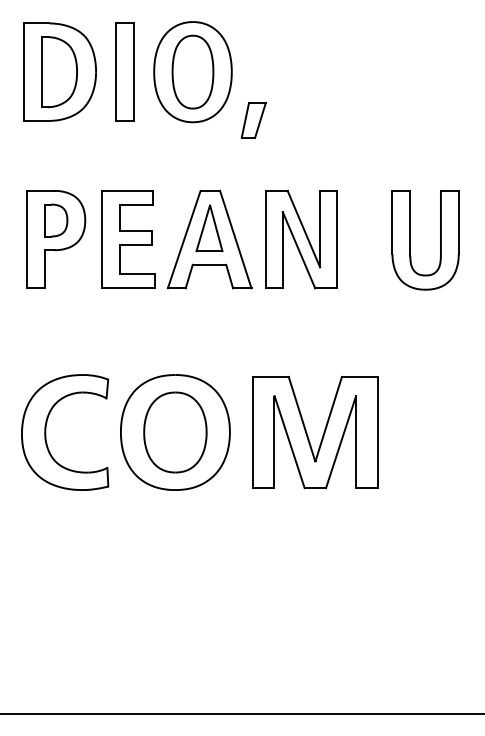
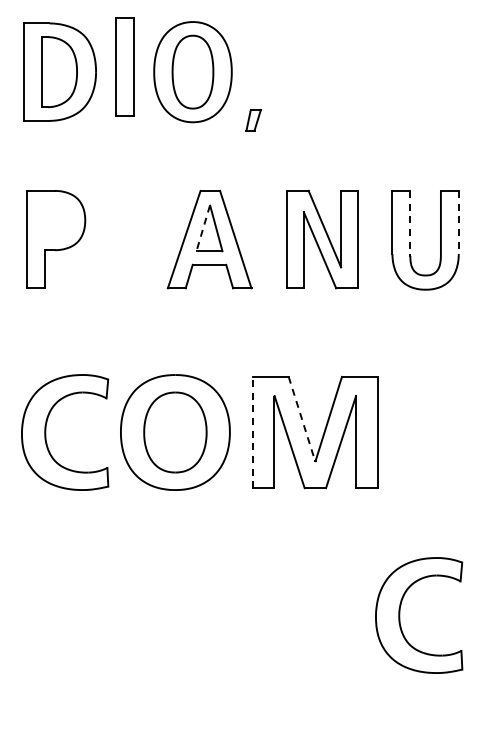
part at (124, 71) position: (124, 71) -> (124, 66)
part at (253, 120) size: 27x37 px -> 17x23 px
part at (56, 220): present -> none
line at (410, 222): solid -> dashed
line at (458, 222): solid -> dashed
line at (203, 228): solid -> dashed
part at (128, 239): present -> none
part at (301, 239) position: (301, 239) -> (322, 239)
line at (302, 419): solid -> dashed
line at (253, 432): solid -> dashed
part at (400, 615): none -> present
line at (241, 713): present -> none
